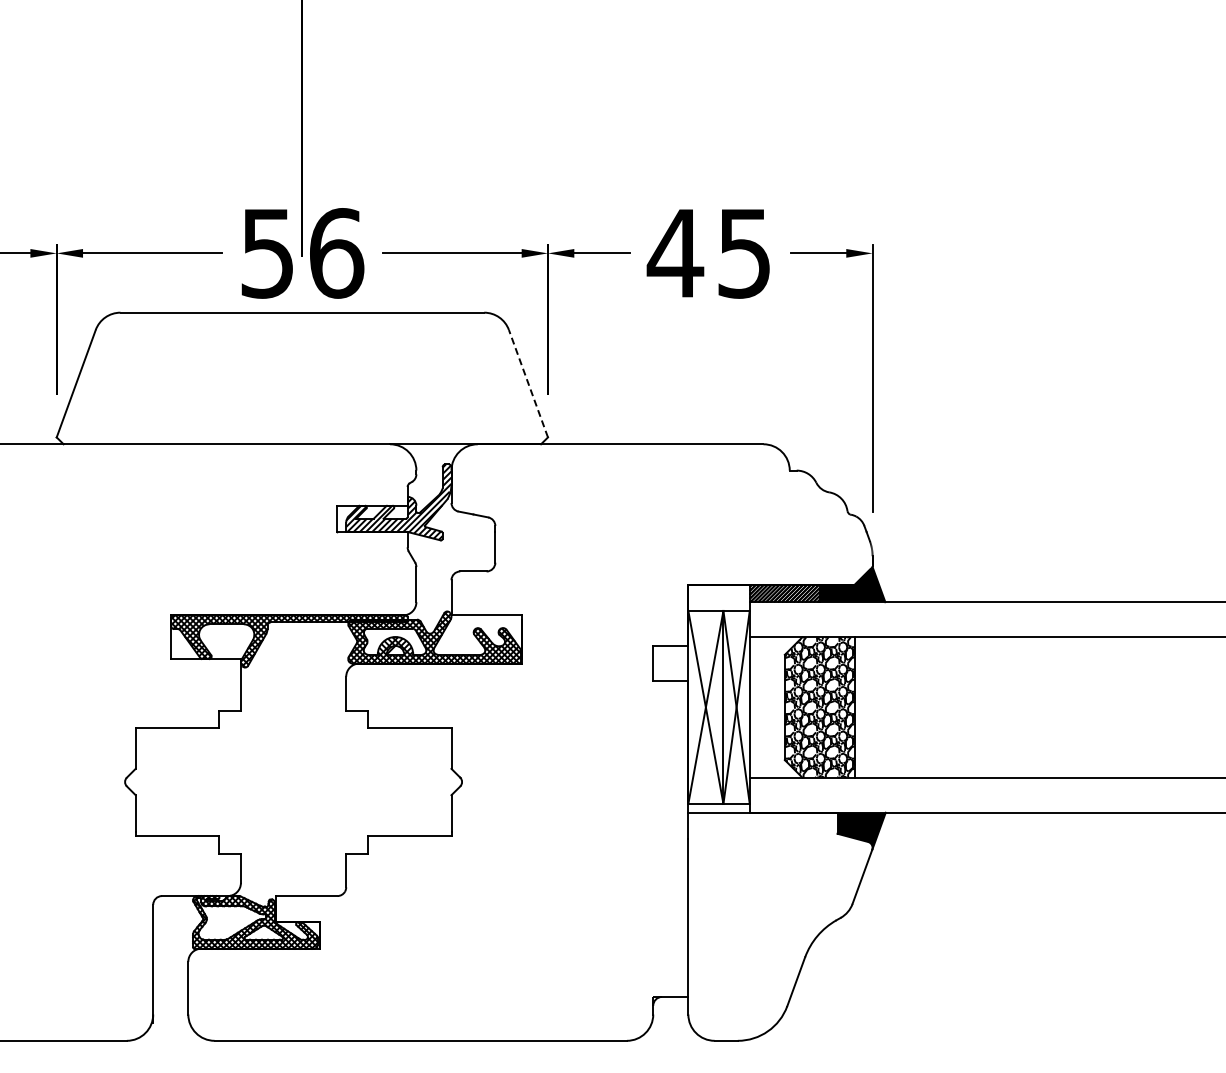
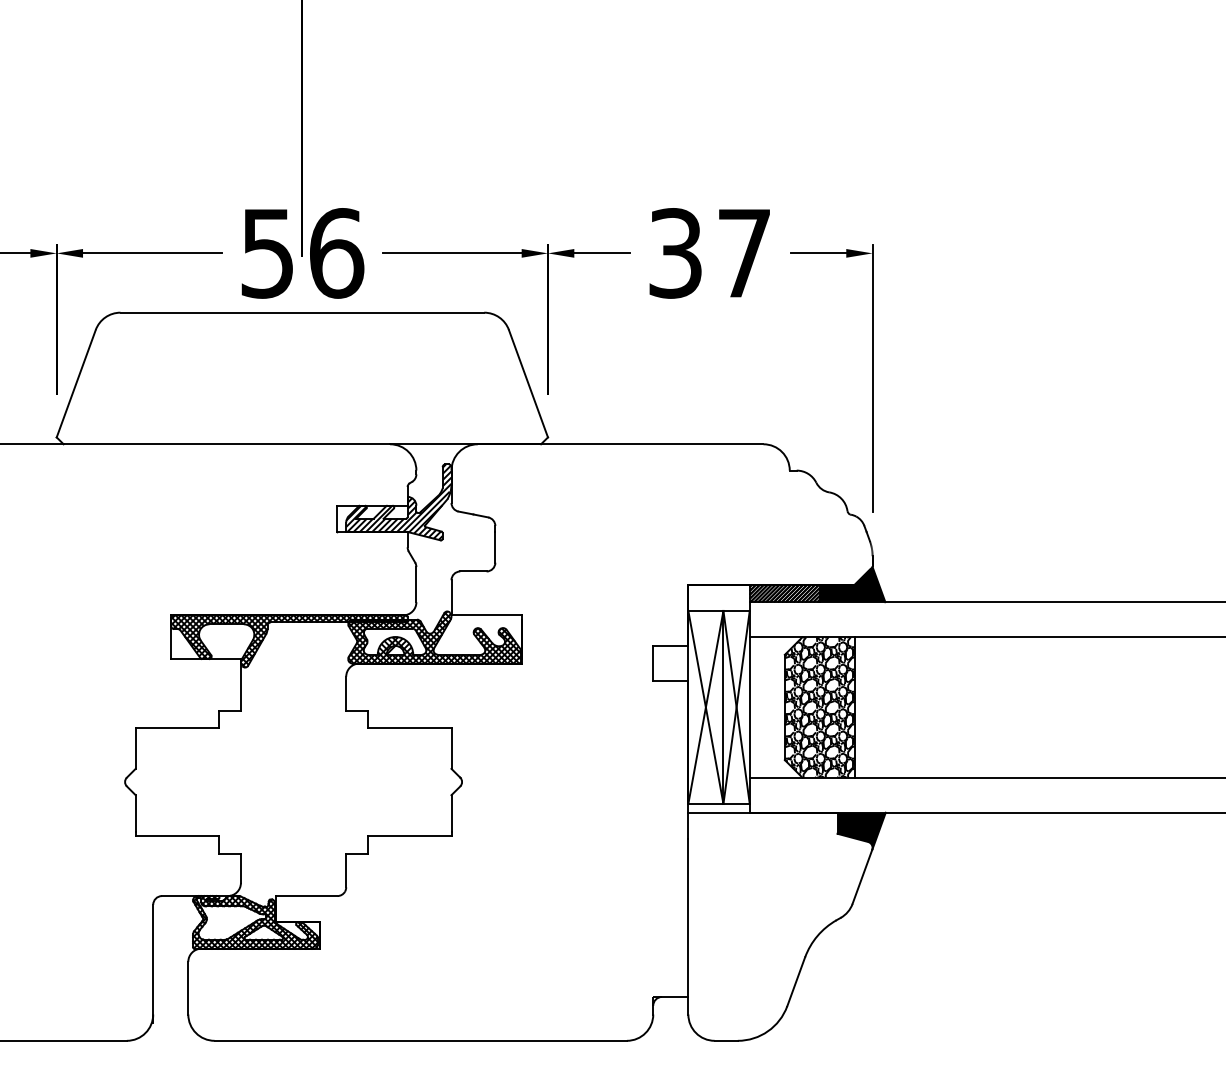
text at (707, 253): 45 -> 37
line at (528, 383): dashed -> solid
